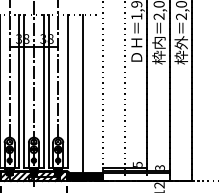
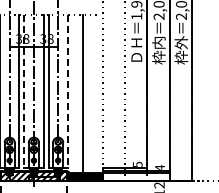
line at (24, 91): solid -> dashed
line at (67, 91): solid -> dashed
text at (159, 166): 3 -> 4
